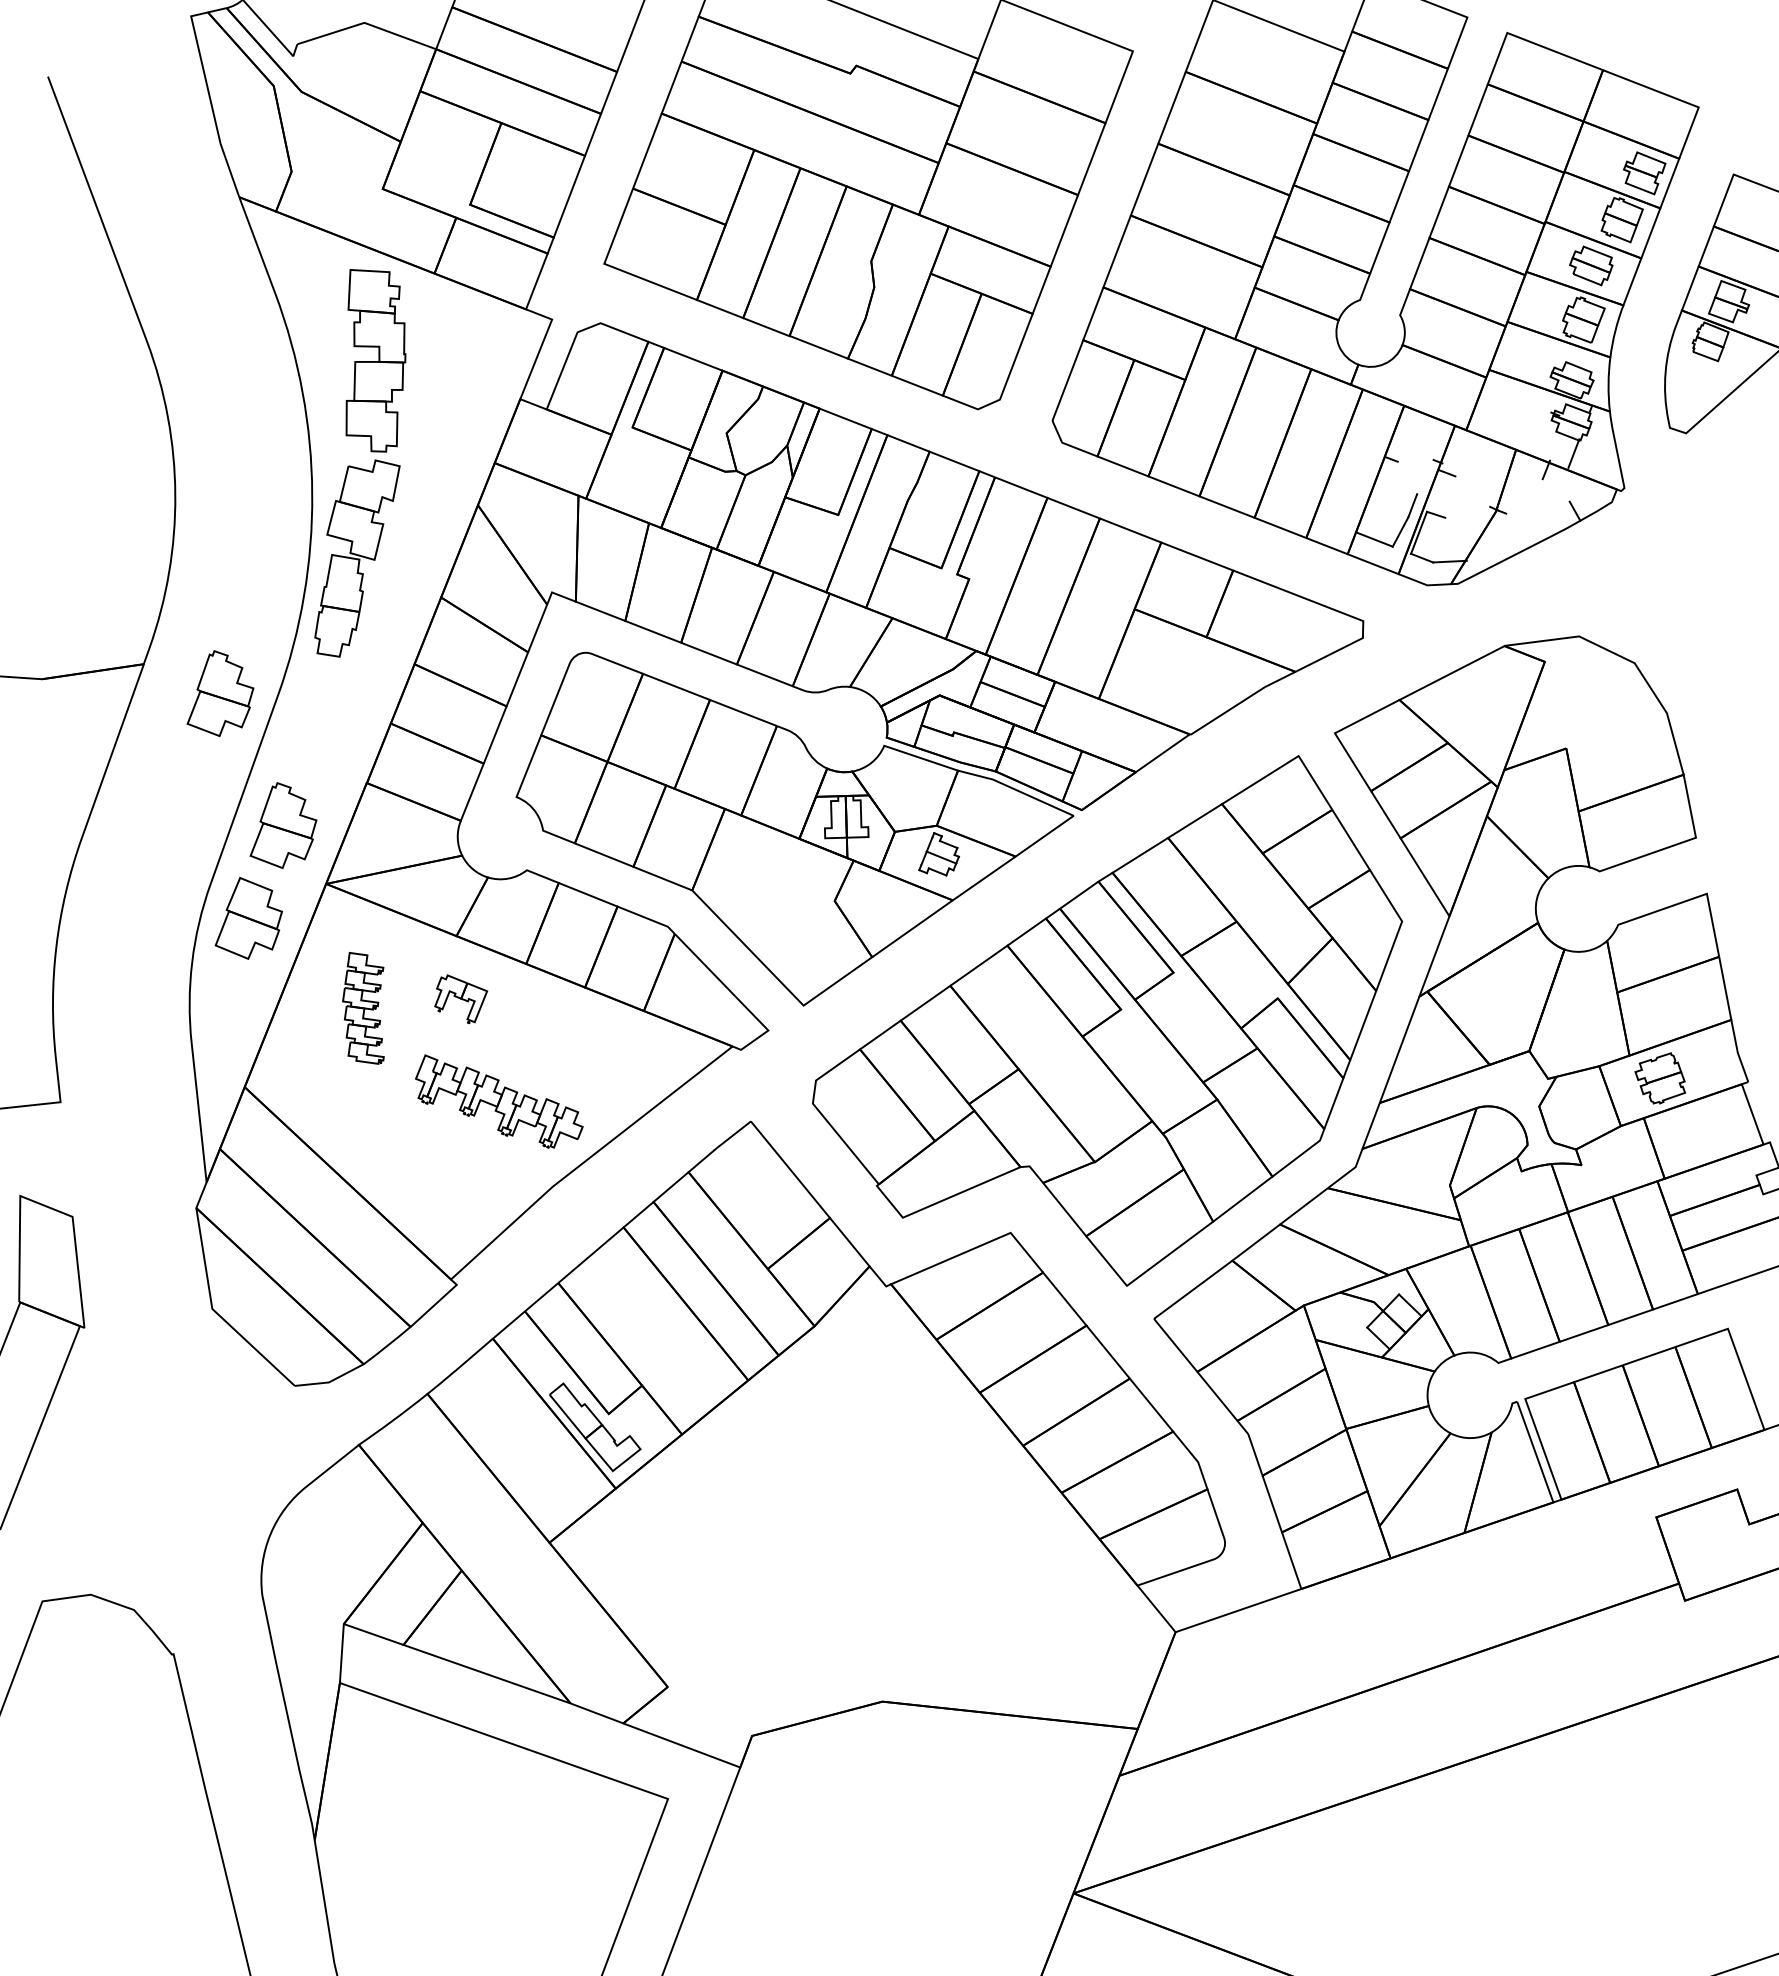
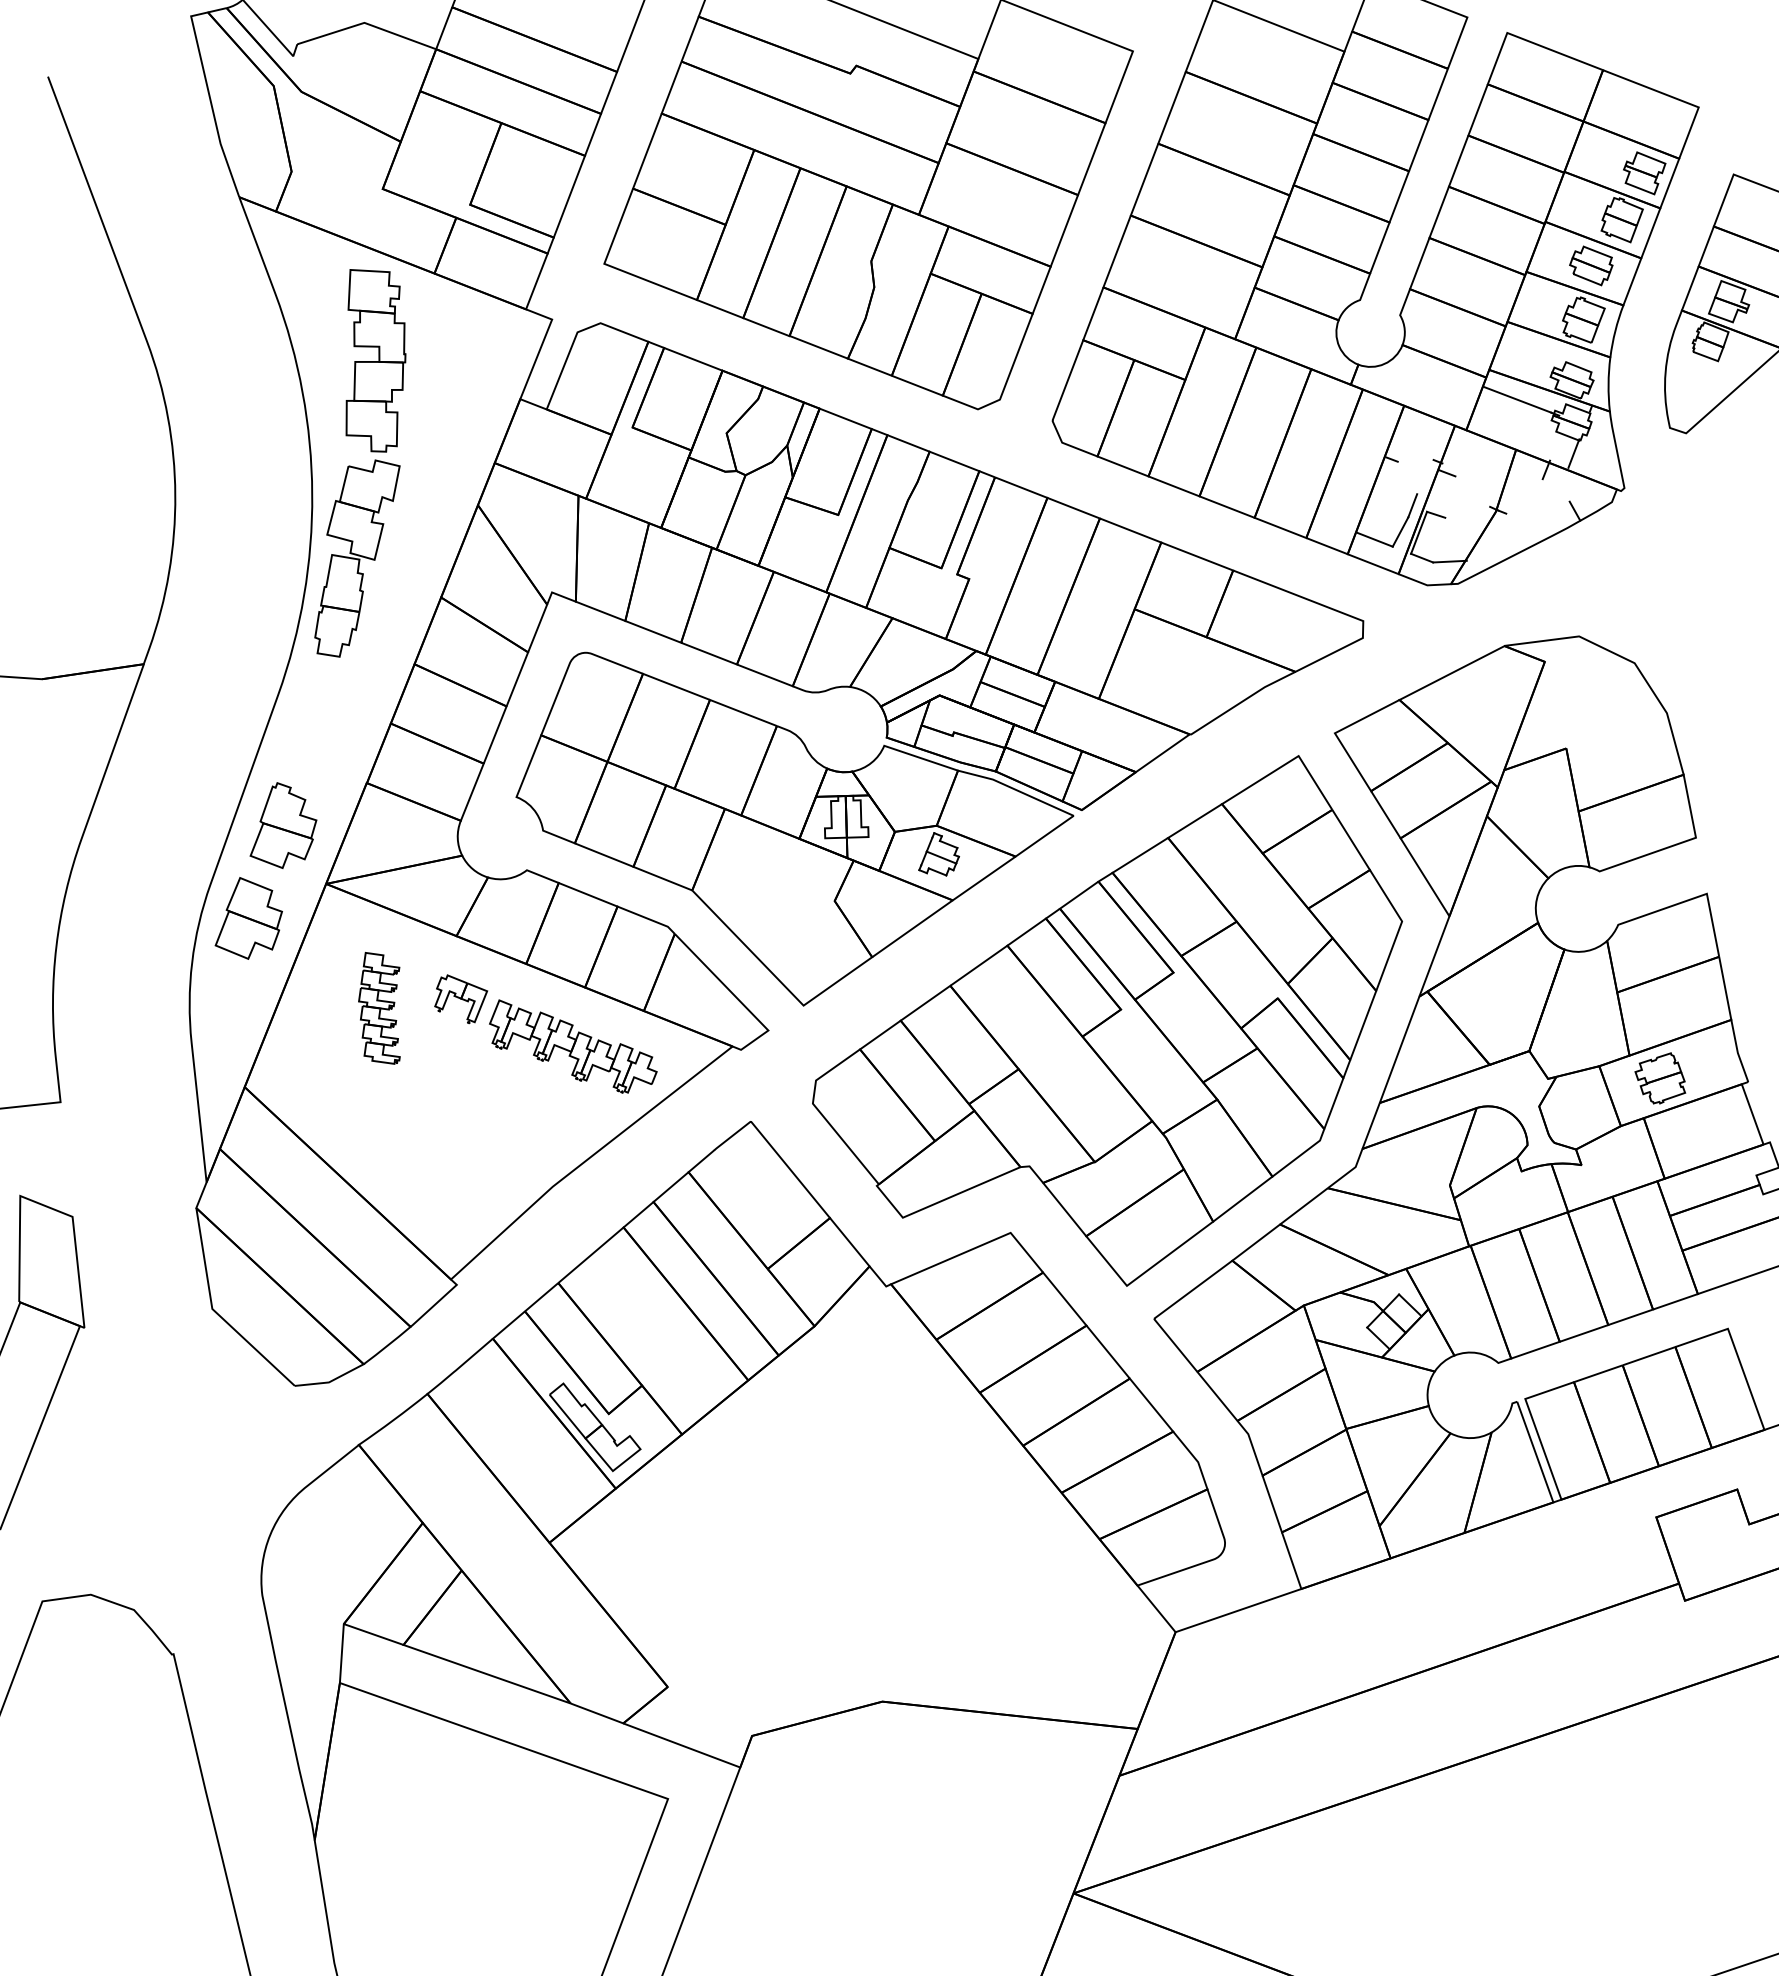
line at (1517, 399): none -> present
part at (220, 693): present -> none
part at (363, 1008) position: (363, 1008) -> (379, 1008)
part at (499, 1101) position: (499, 1101) -> (573, 1046)
